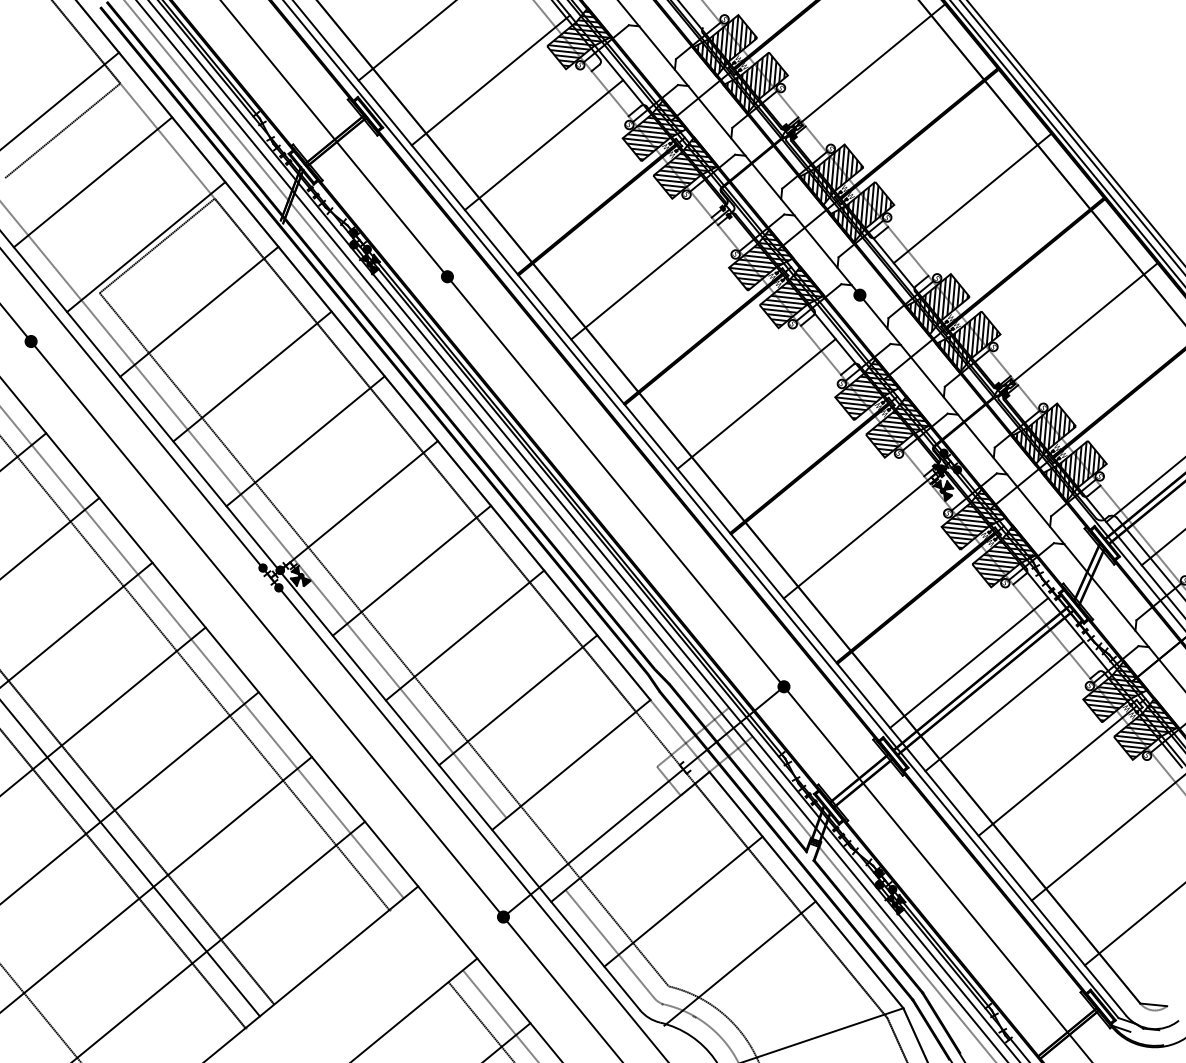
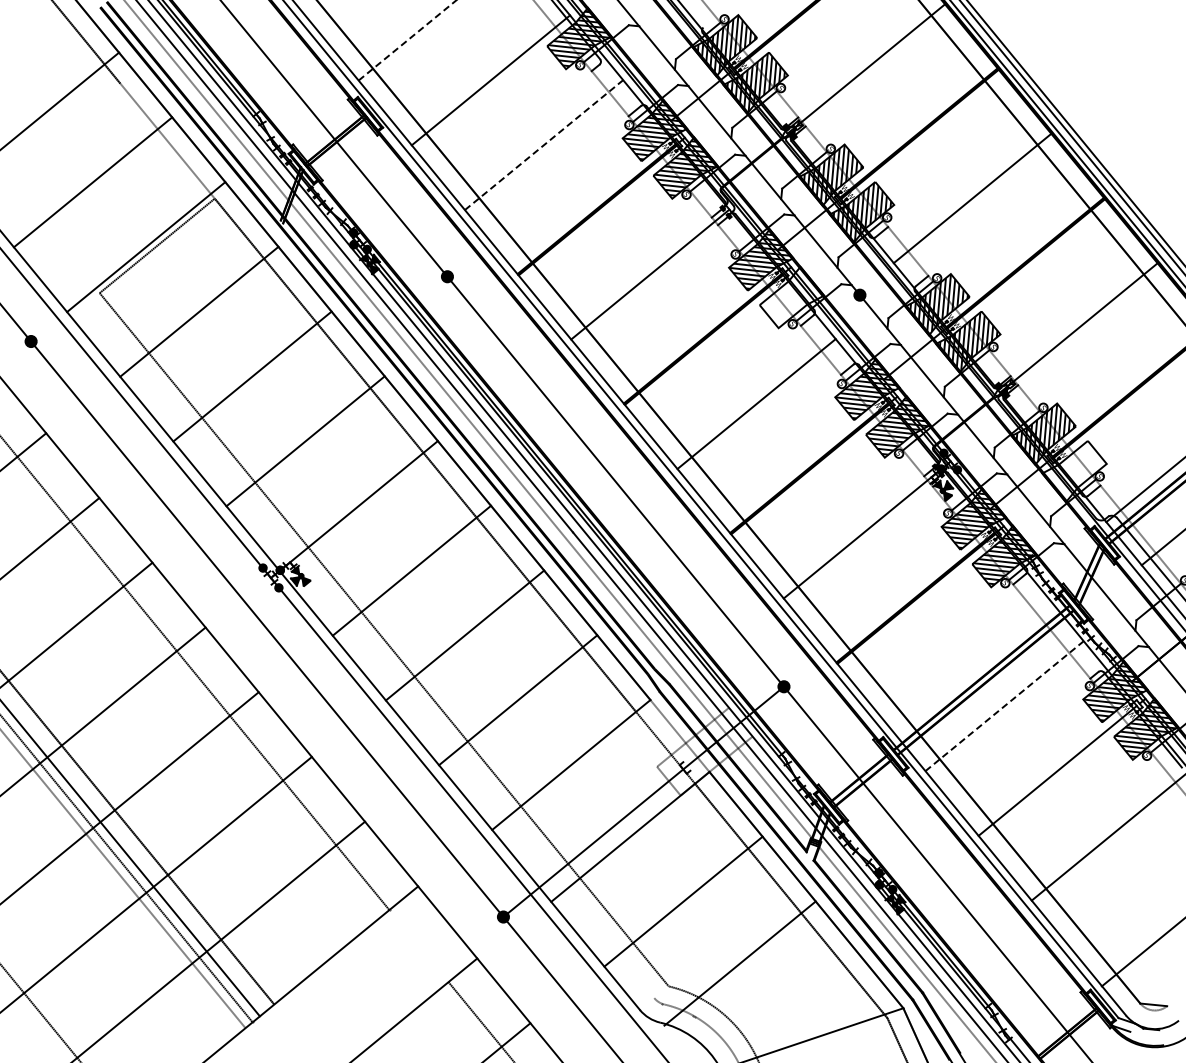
line at (408, 40): solid -> dashed
line at (62, 130): present -> none
line at (544, 144): solid -> dashed
hatch at (791, 297): present -> none
hatch at (1074, 470): present -> none
line at (254, 510): present -> none
line at (202, 653): present -> none
line at (969, 662): present -> none
line at (1004, 705): solid -> dashed
line at (123, 880) position: (123, 880) -> (127, 869)
line at (1133, 925) position: (1133, 925) -> (1141, 953)
line at (609, 944): present -> none
line at (498, 1014): present -> none
